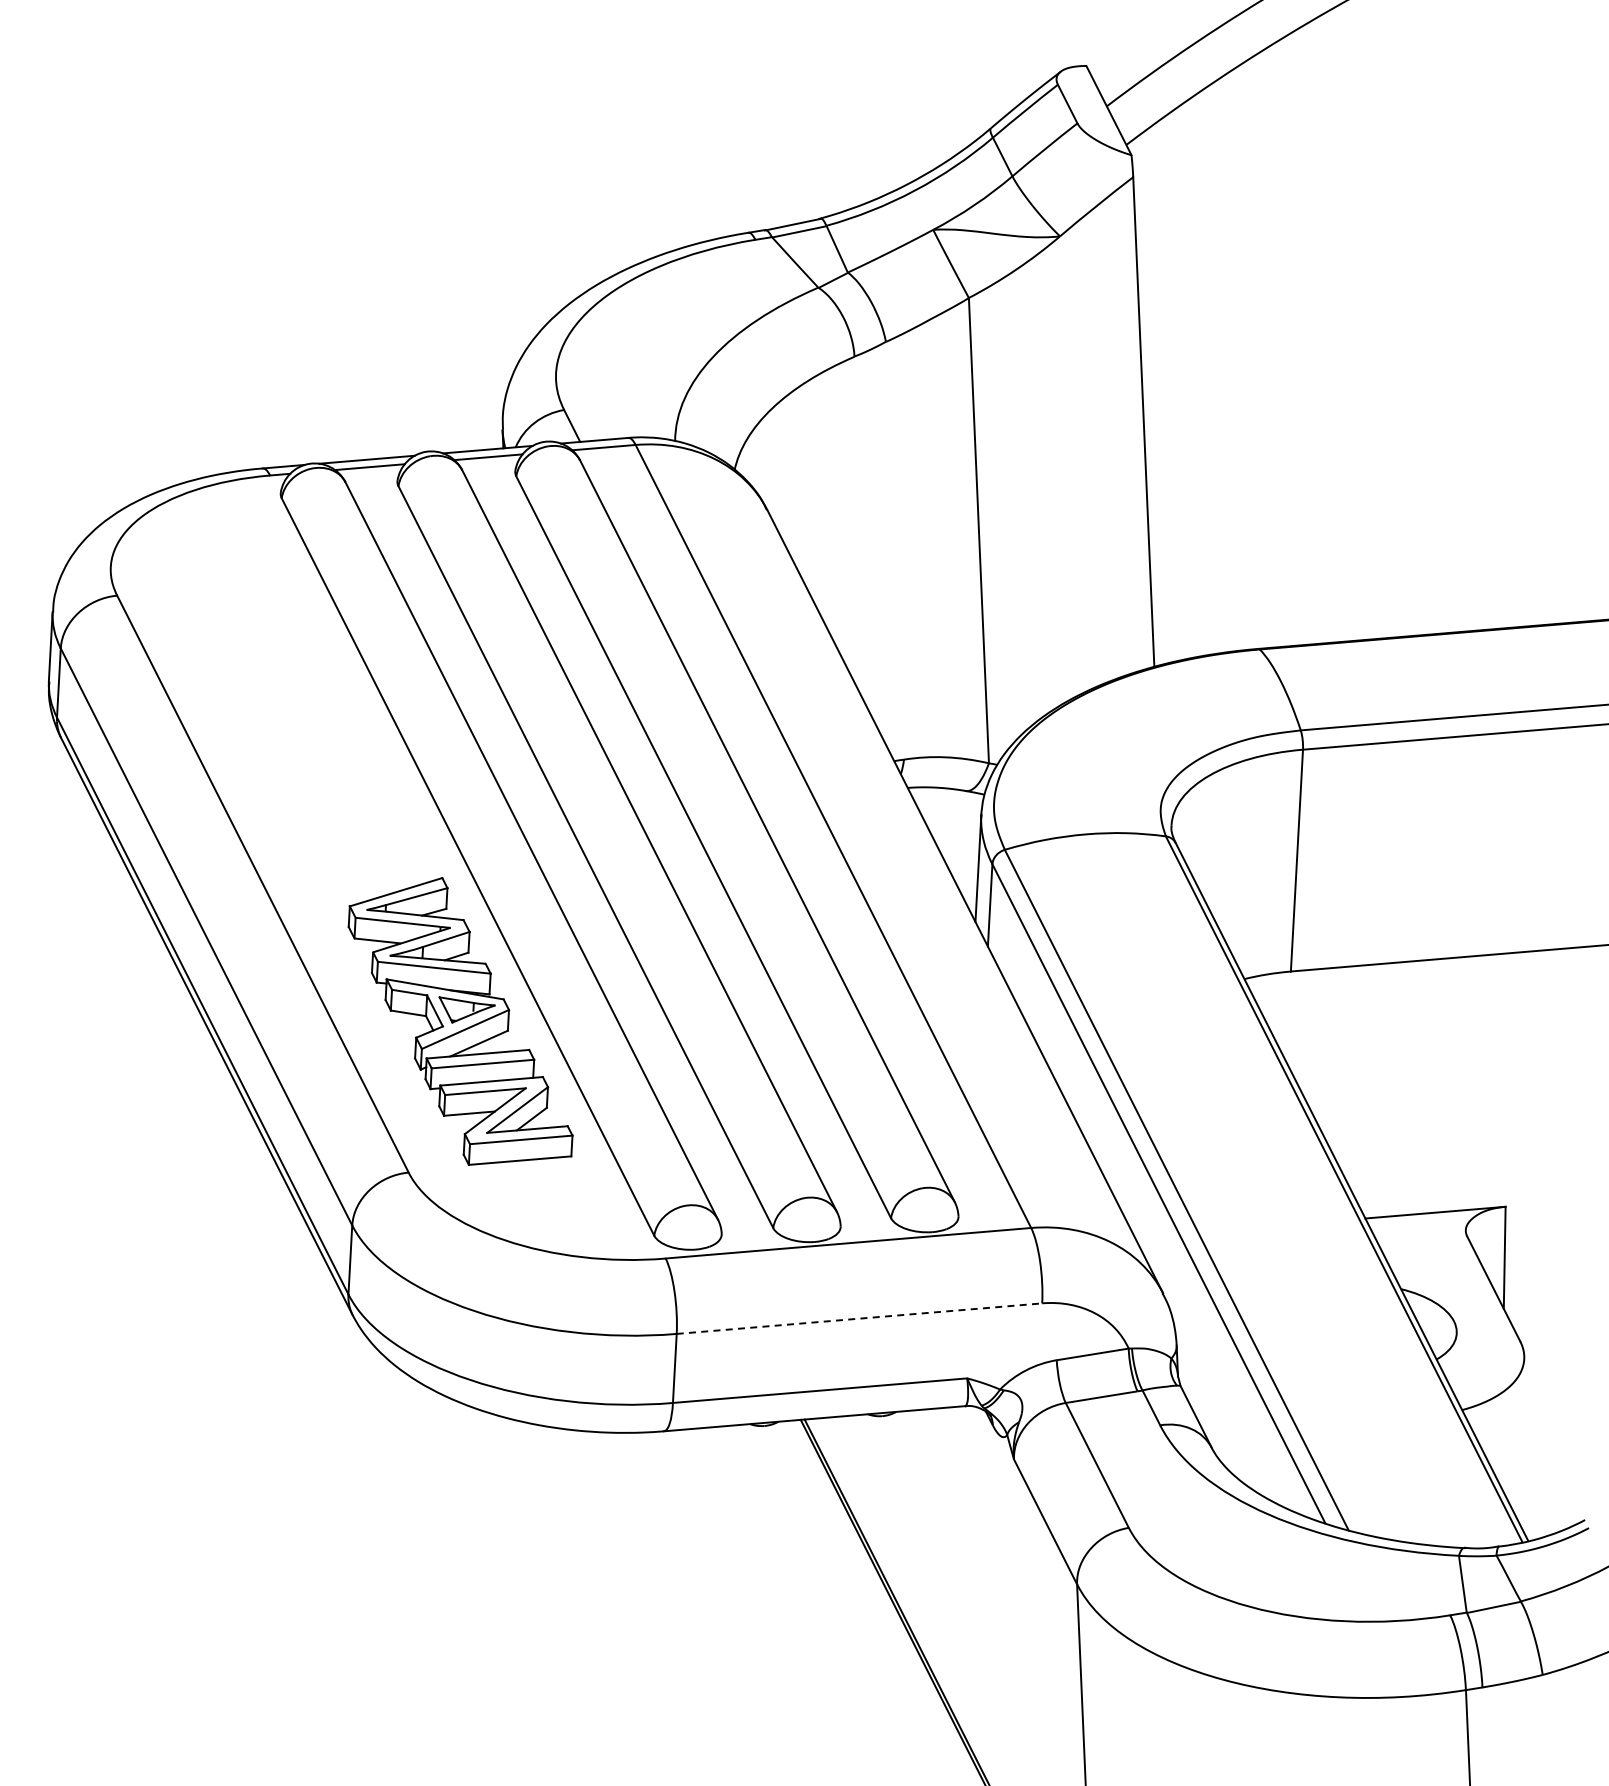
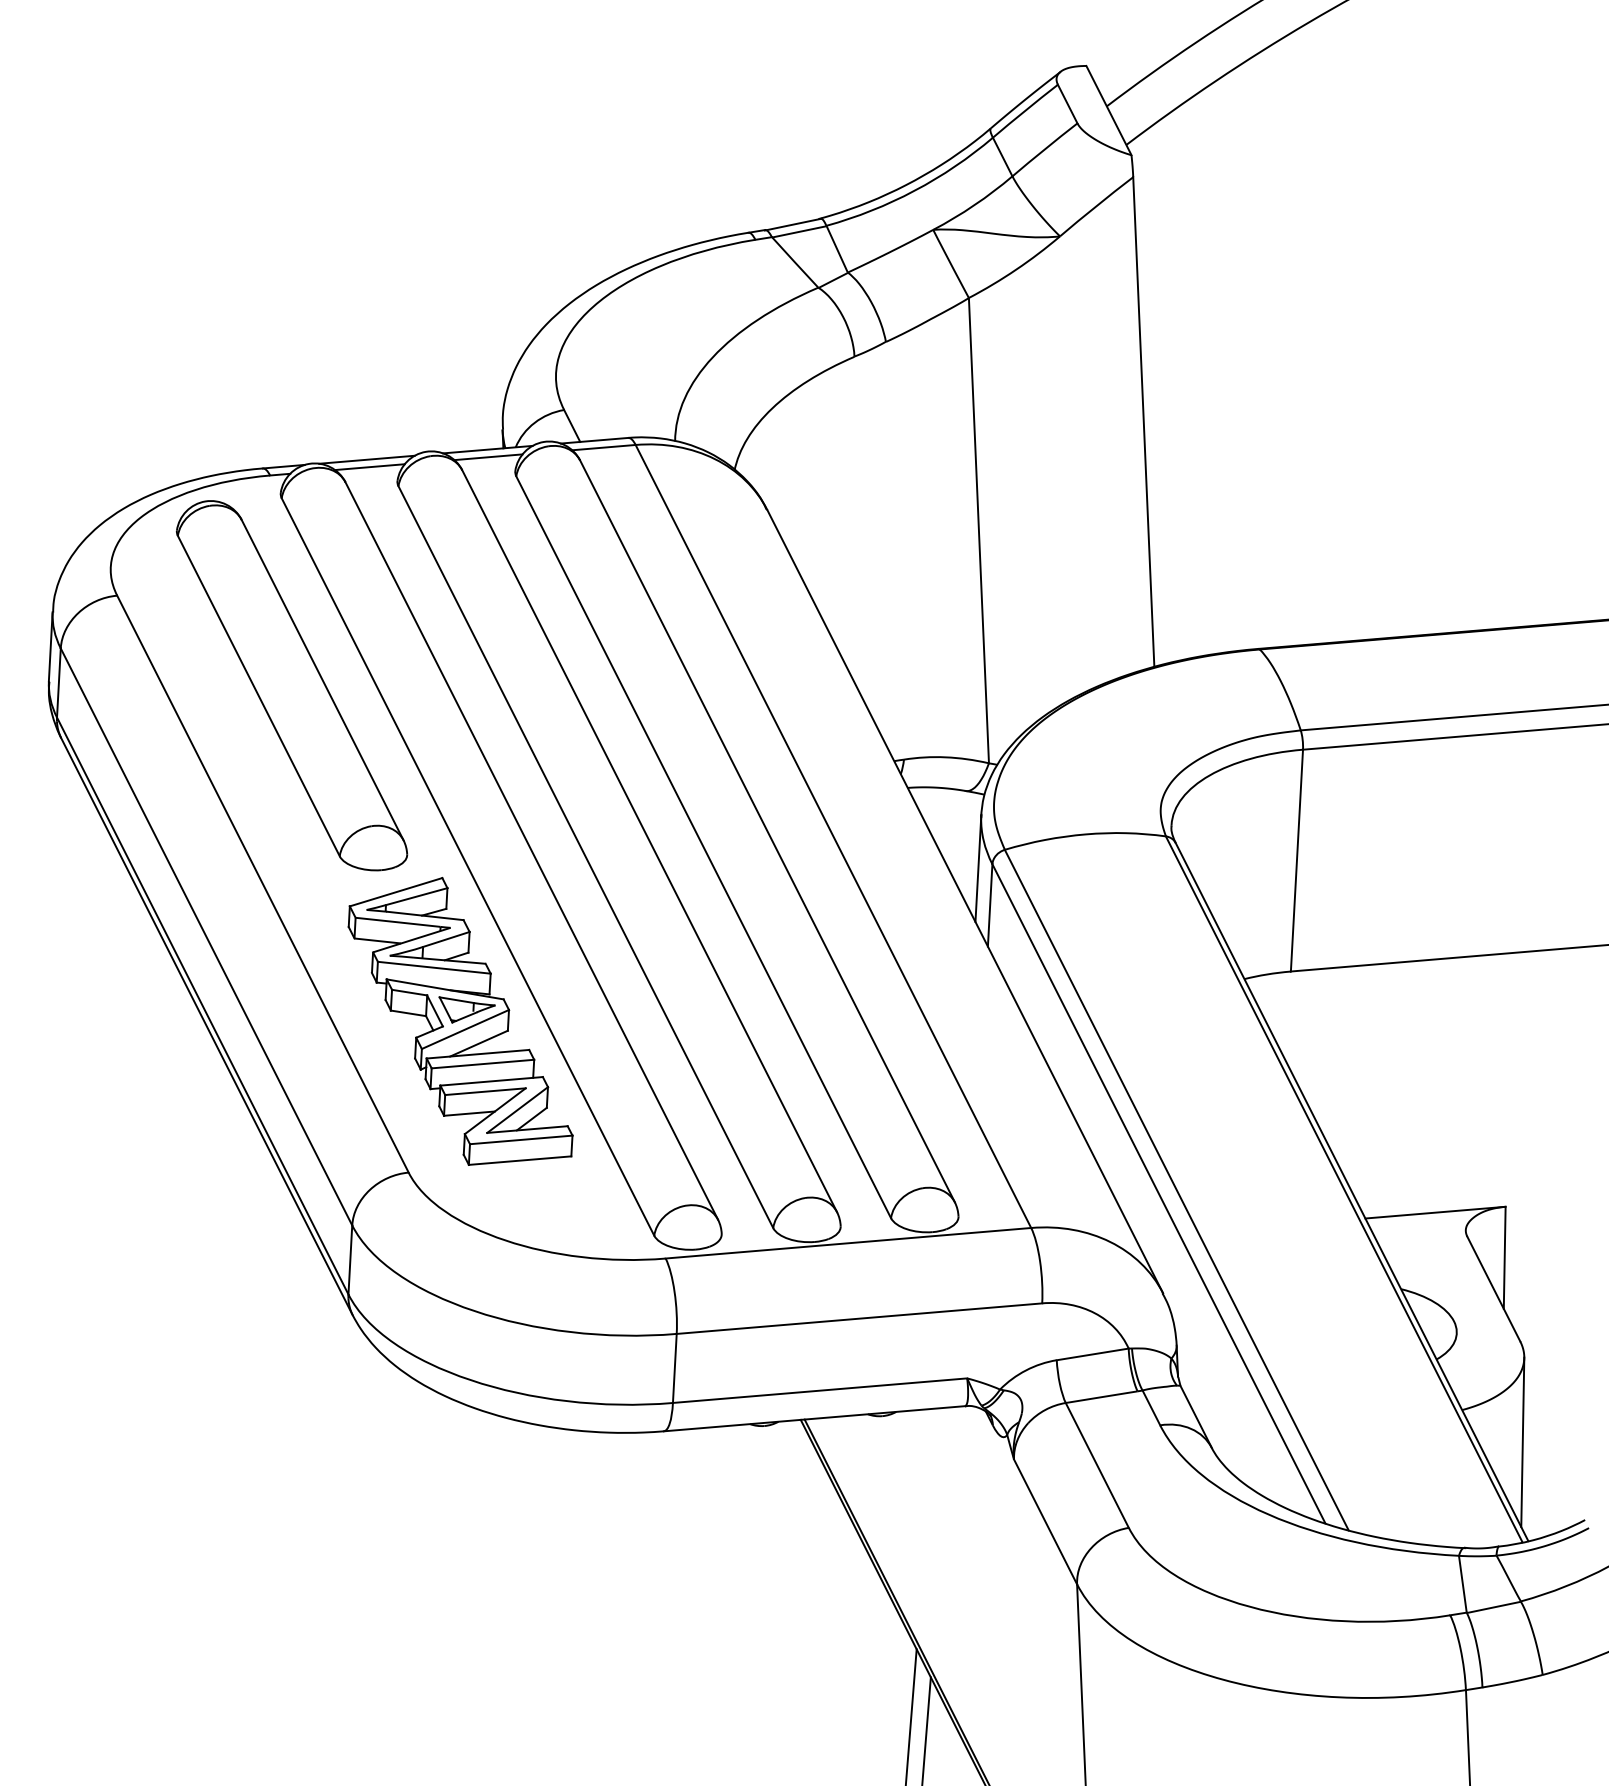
part at (291, 685): none -> present
line at (859, 1318): dashed -> solid
line at (1522, 1442): none -> present
line at (911, 1715): none -> present
line at (926, 1729): none -> present
